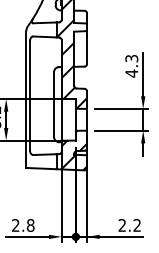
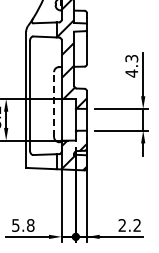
line at (54, 104): solid -> dashed
text at (15, 225): 2.8 -> 5.8
